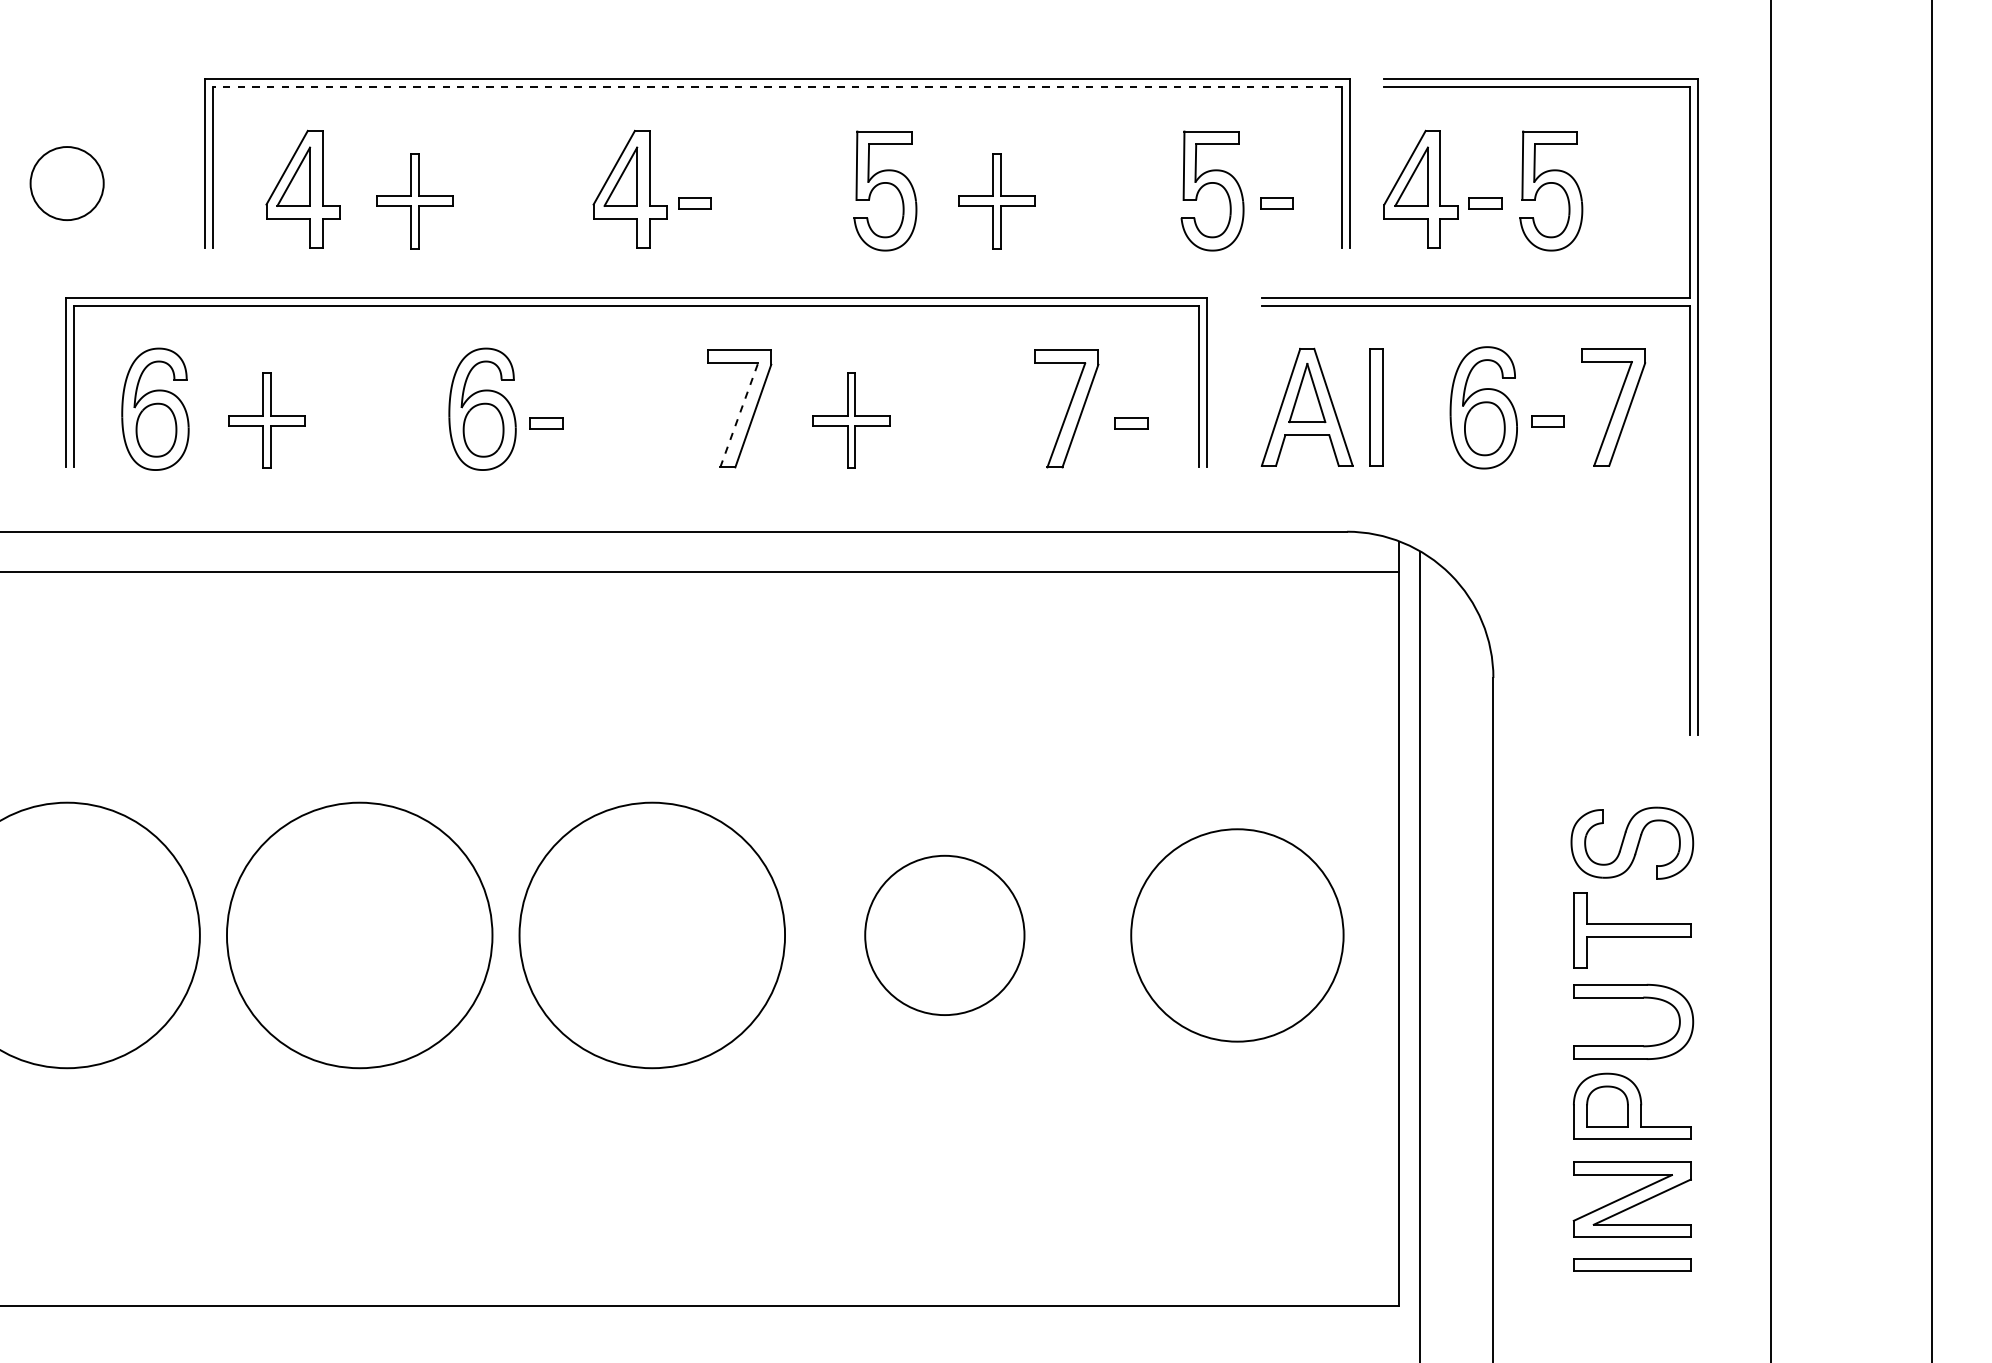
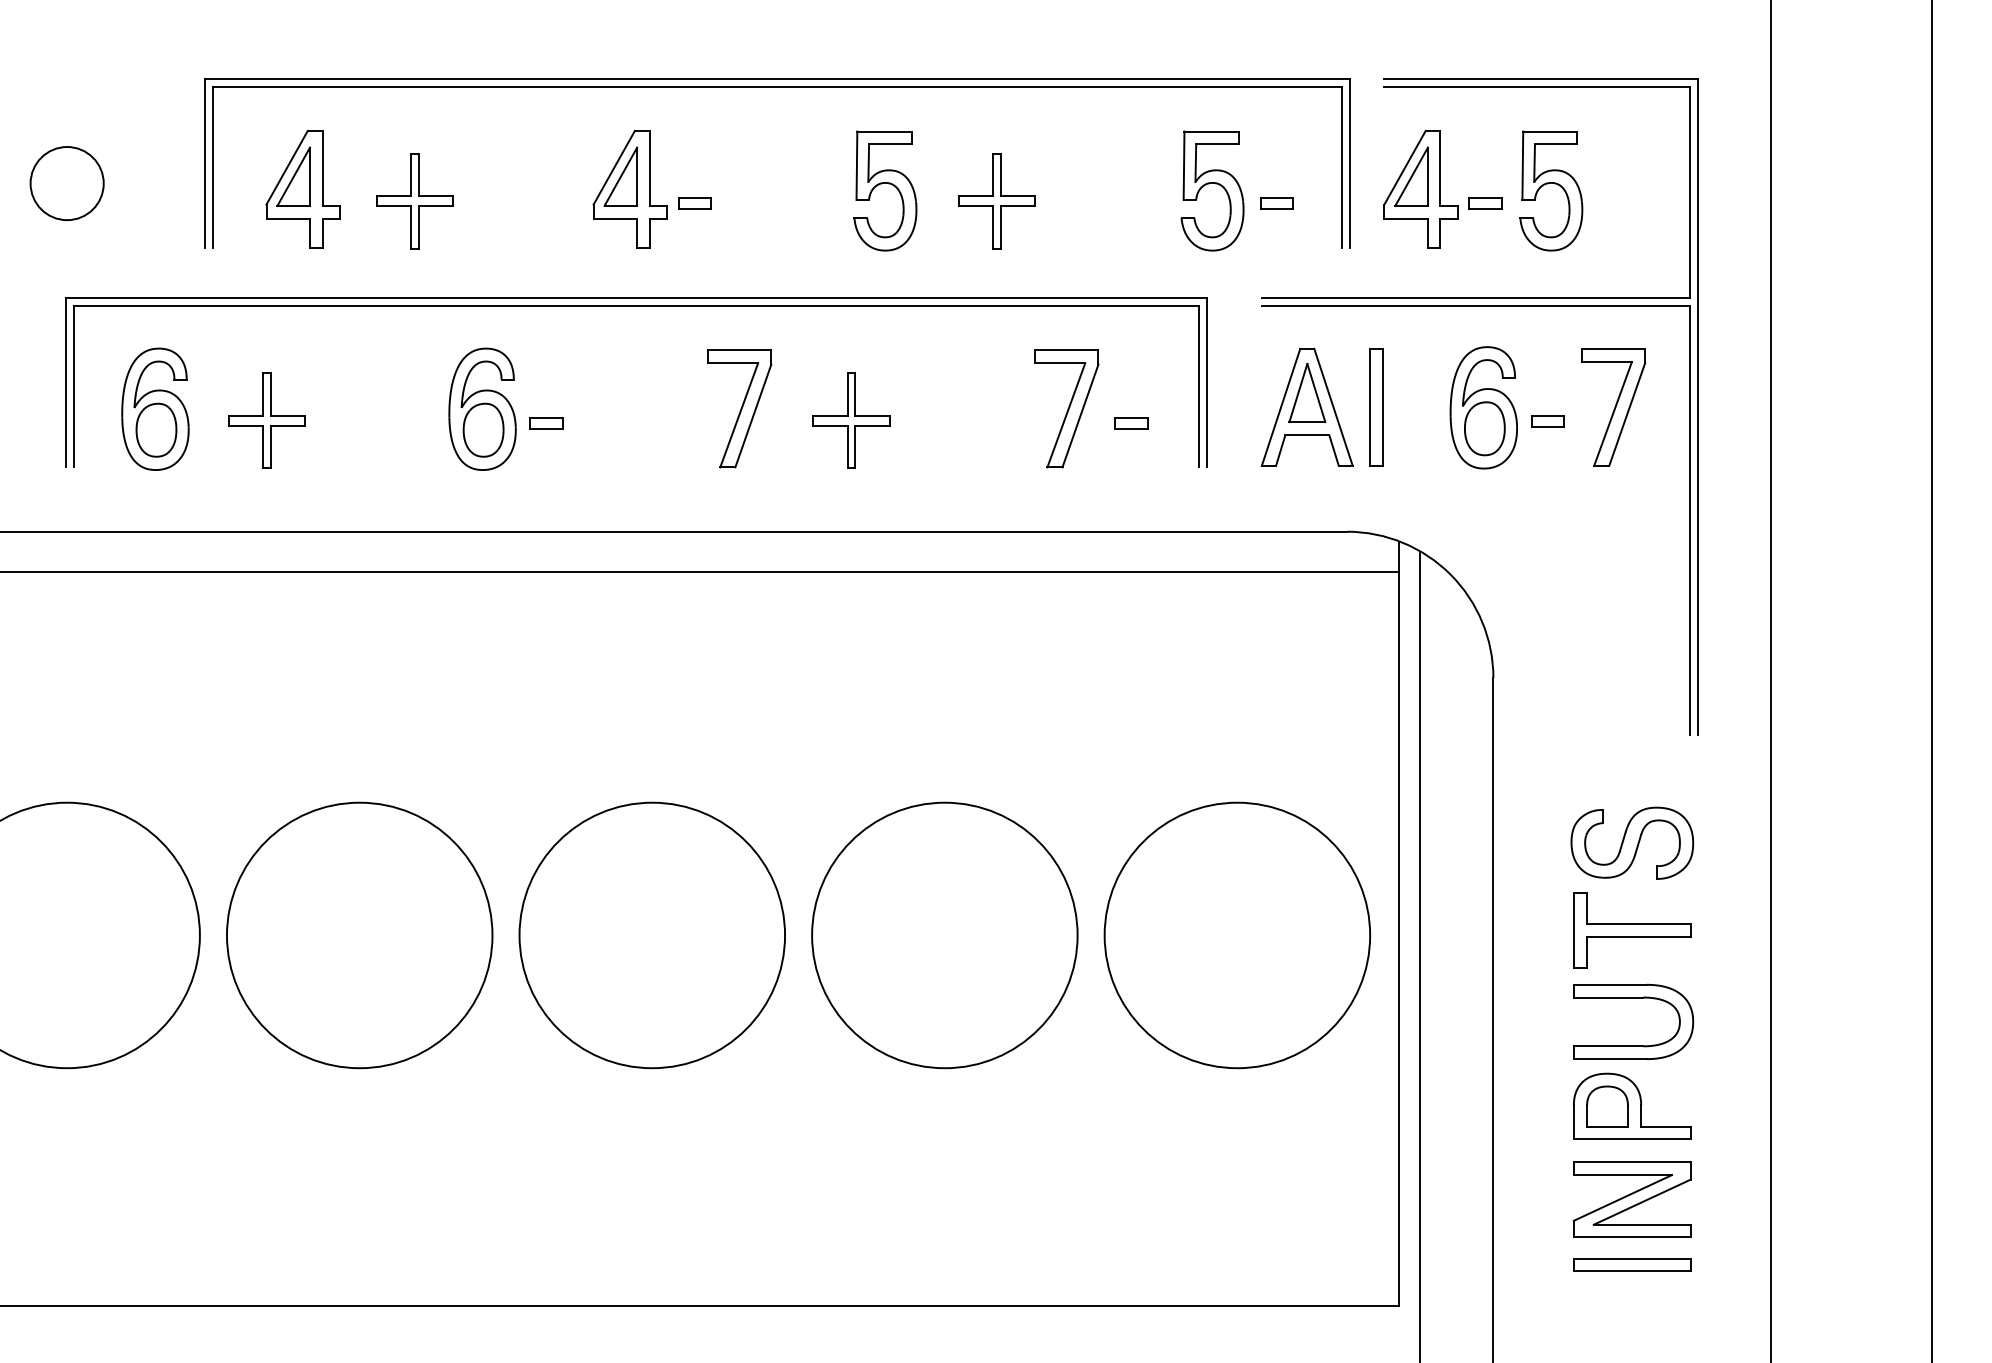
line at (777, 87): dashed -> solid
line at (739, 414): dashed -> solid
circle at (944, 935) diameter: 159 px -> 265 px
circle at (1237, 935) diameter: 212 px -> 265 px
